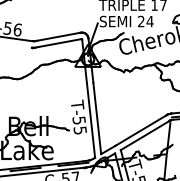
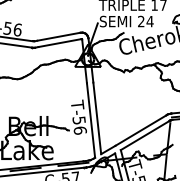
line at (16, 45): none -> present
text at (79, 130): T-55 -> T-56
